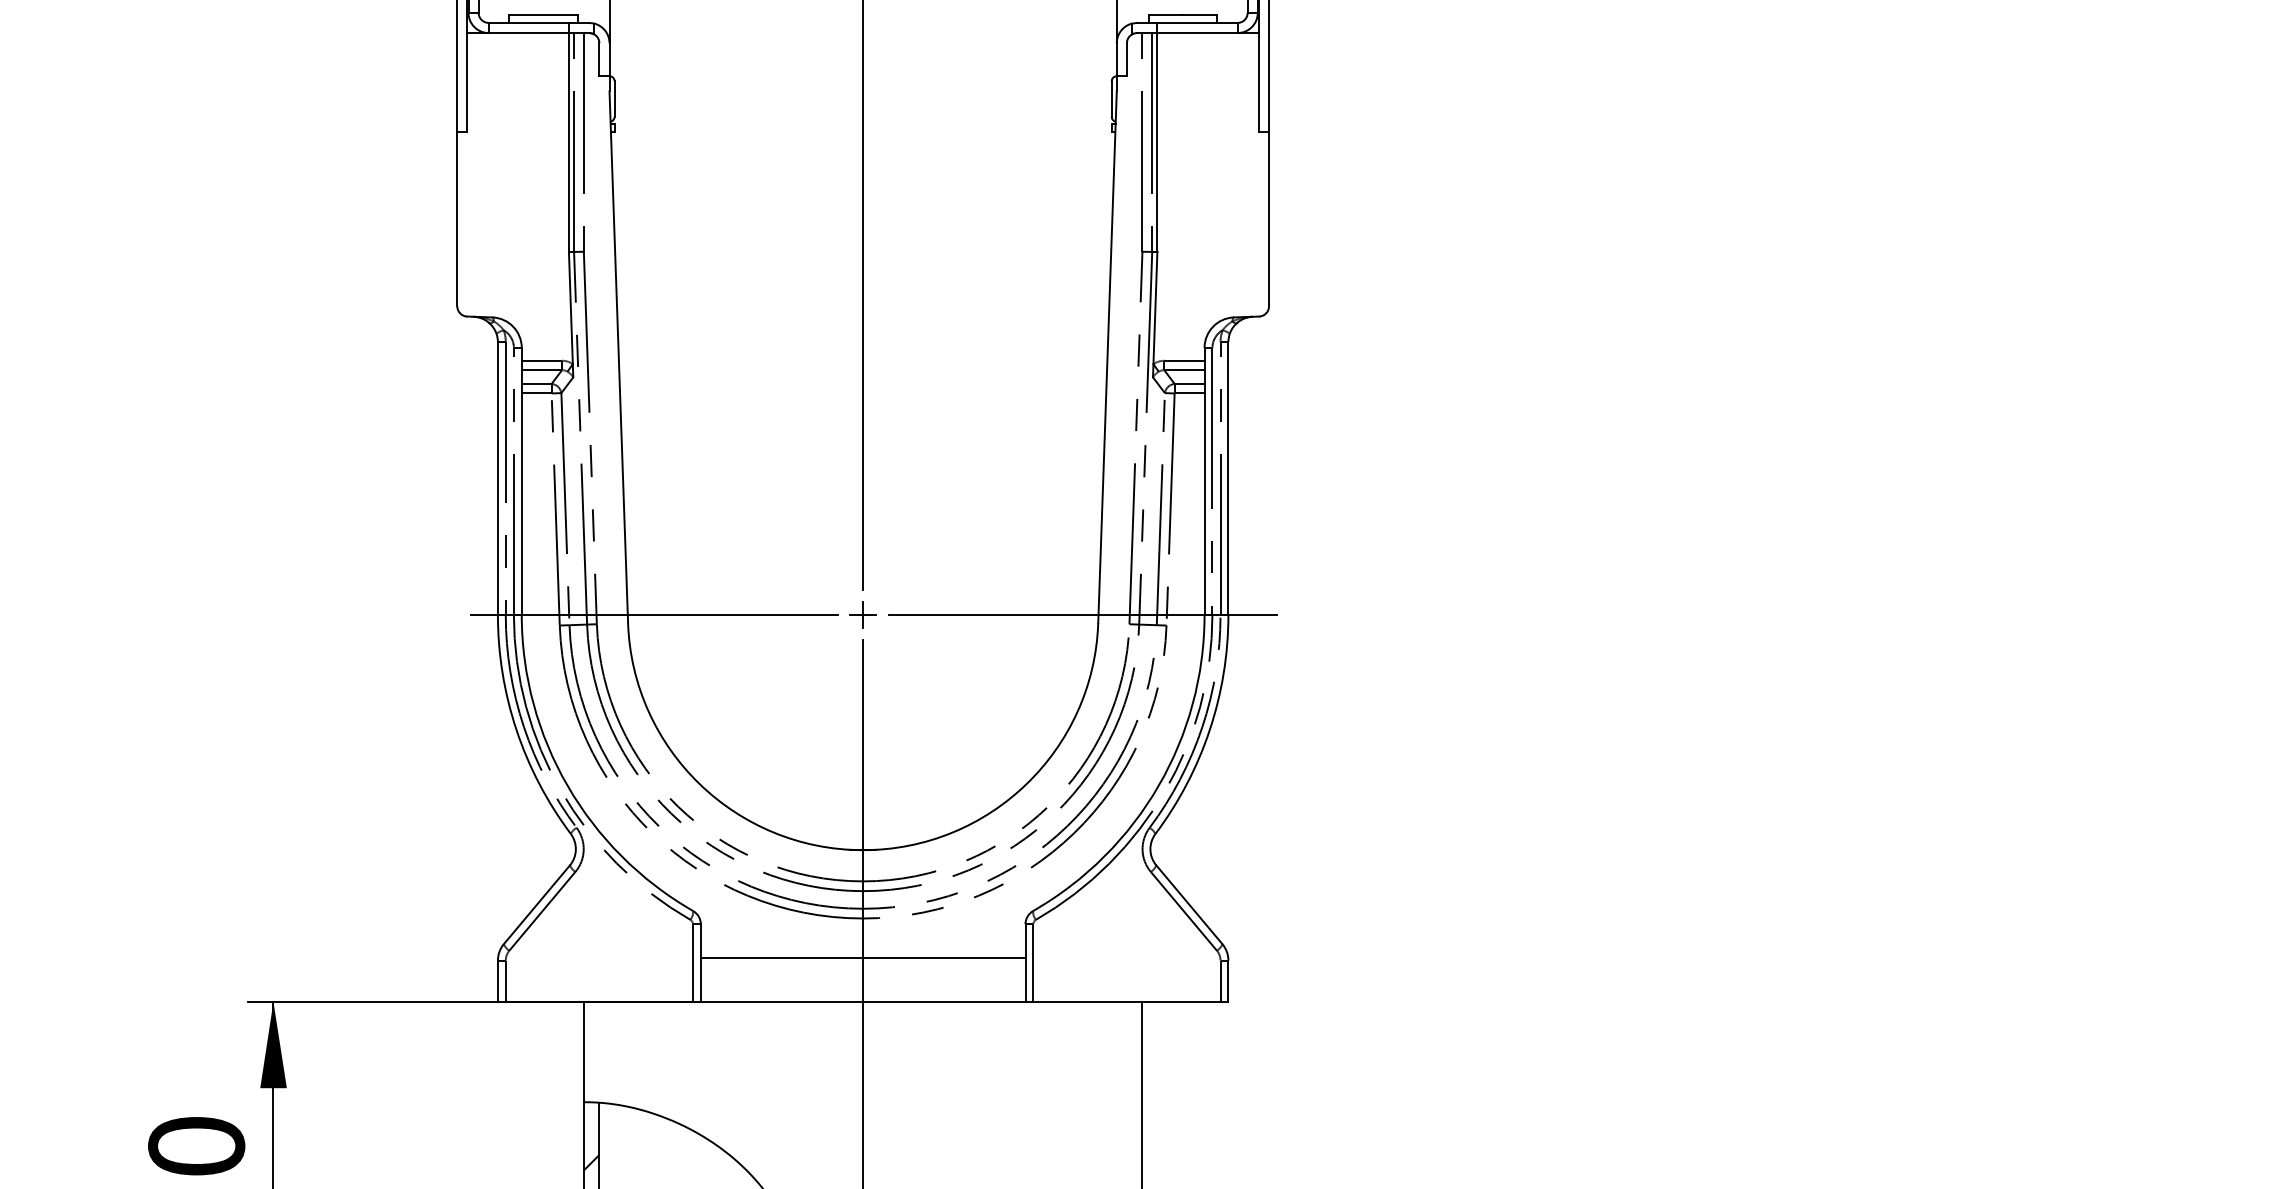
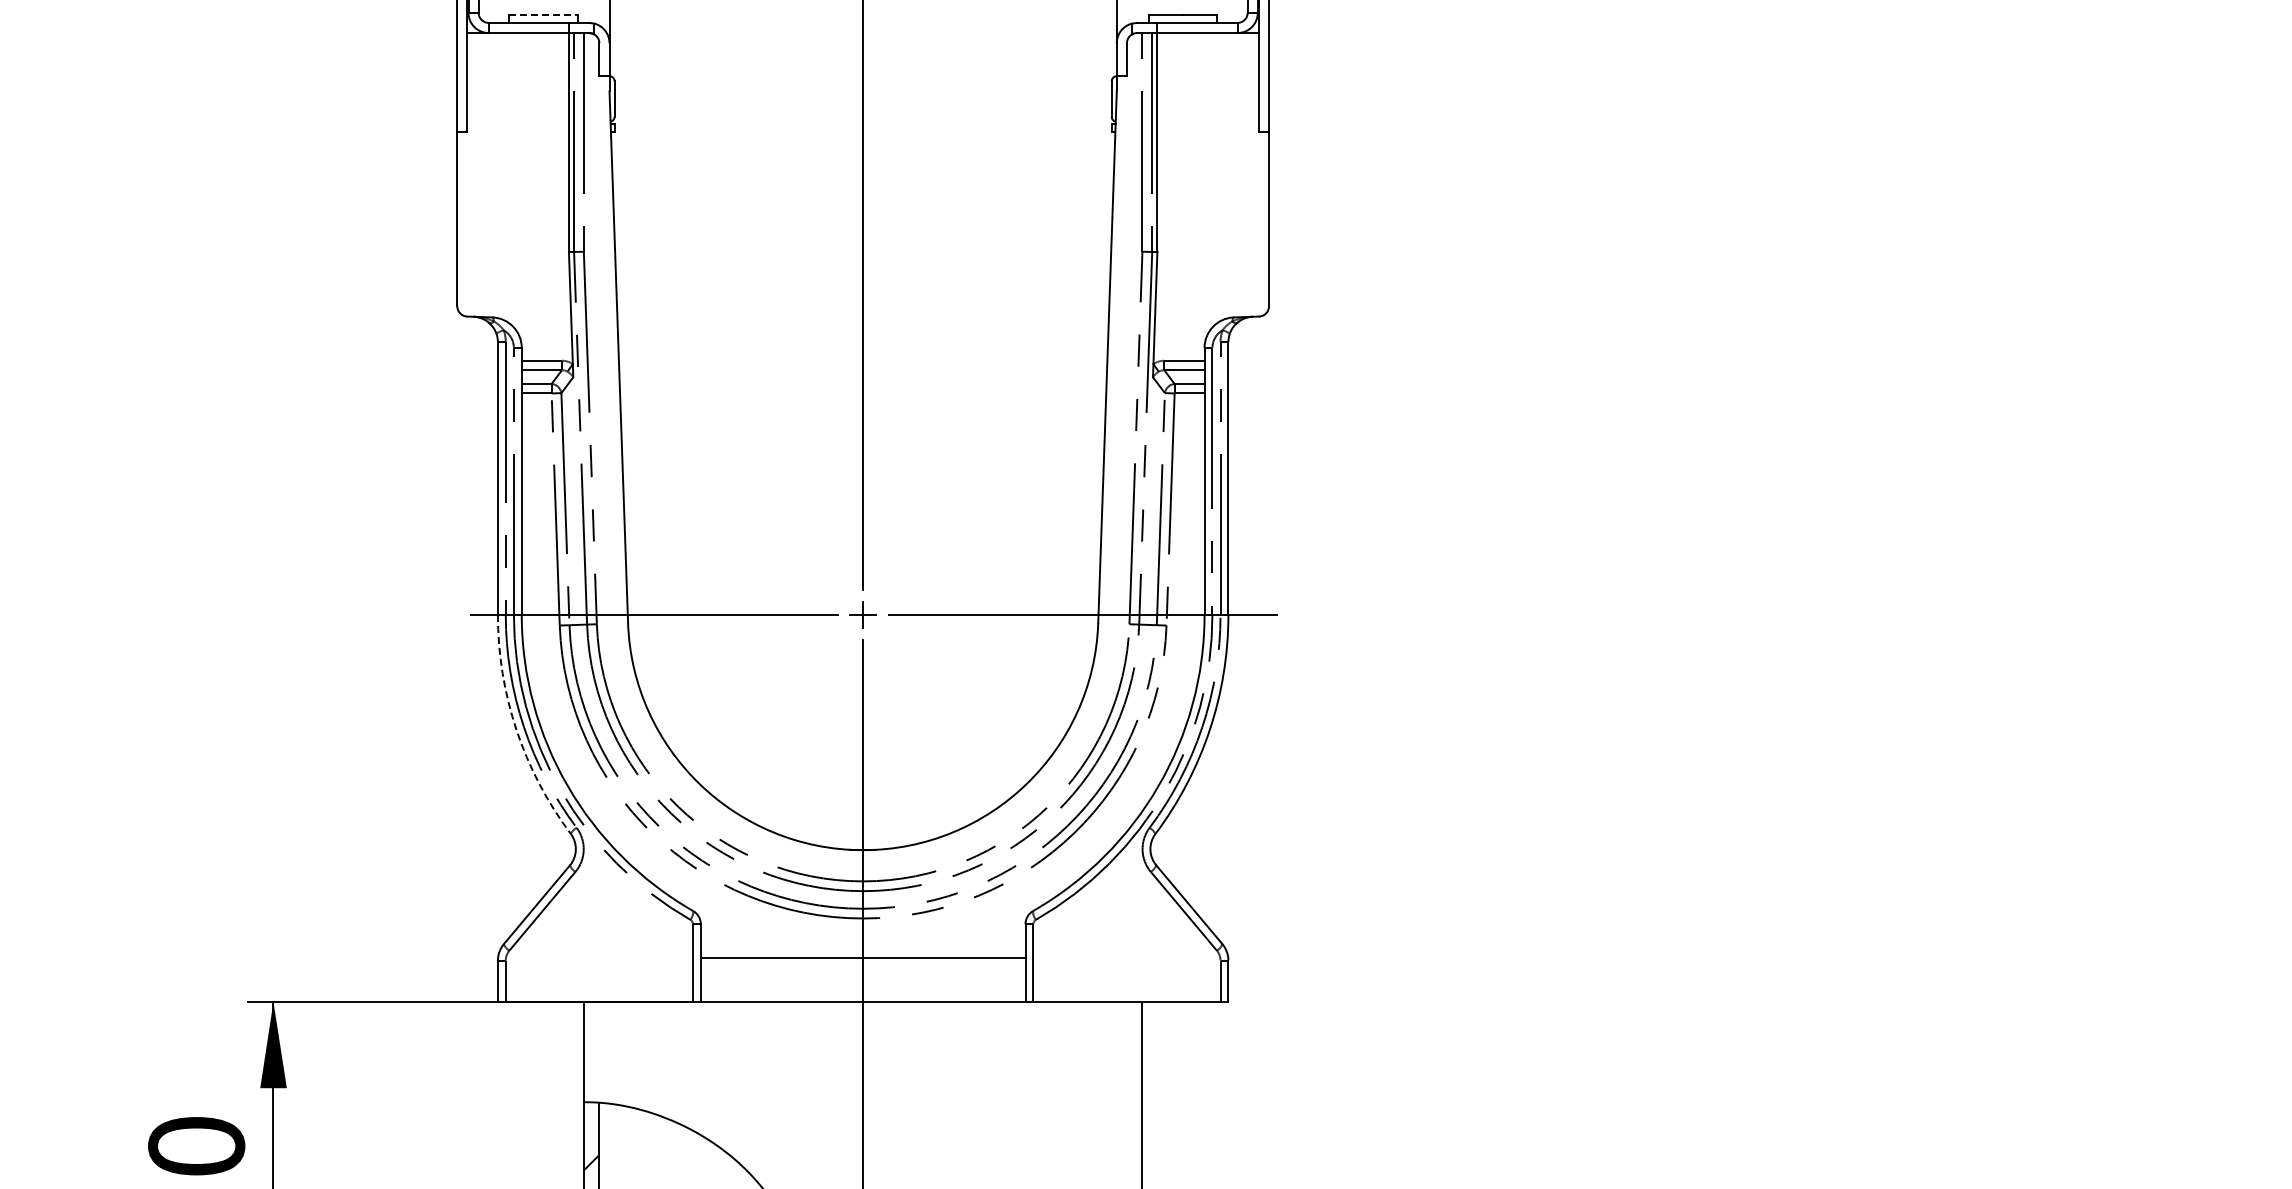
line at (544, 15): solid -> dashed
arc at (516, 730): solid -> dashed
